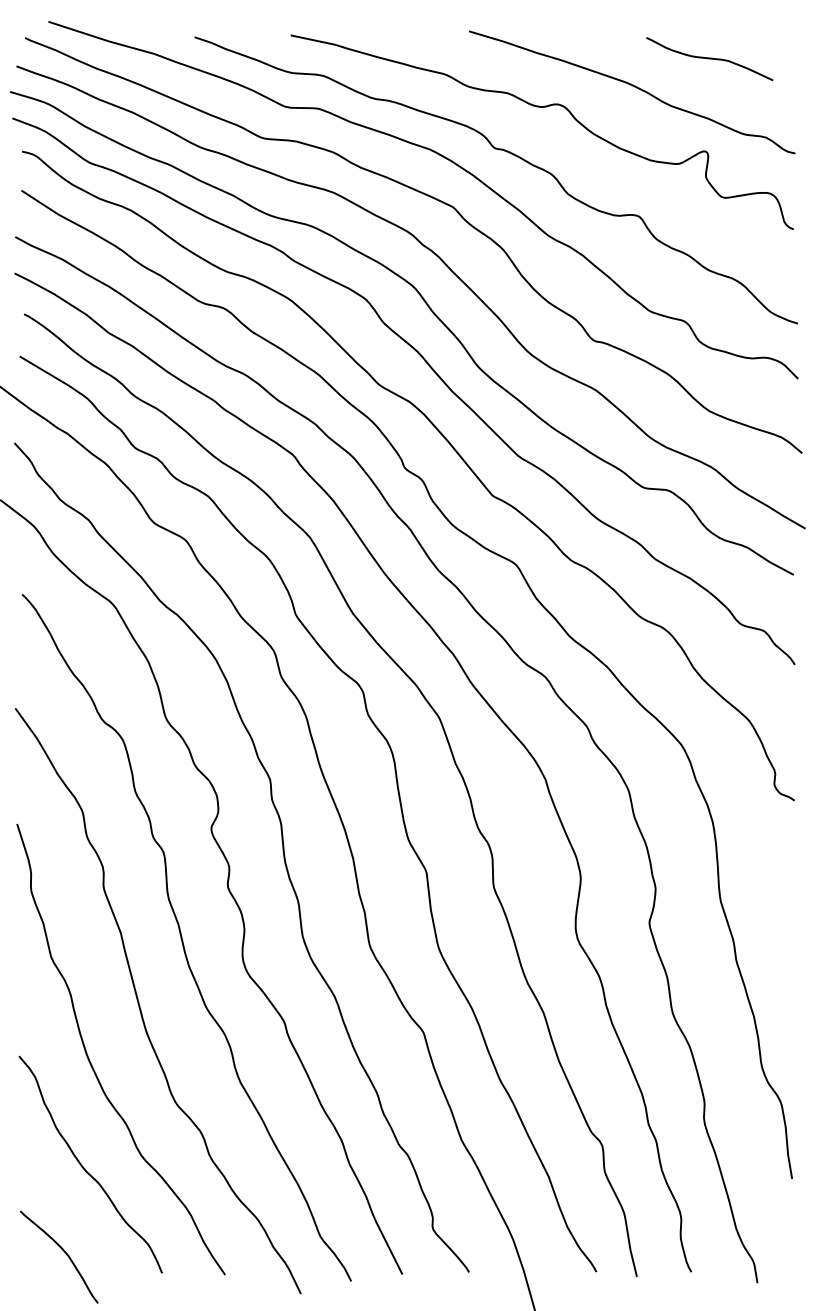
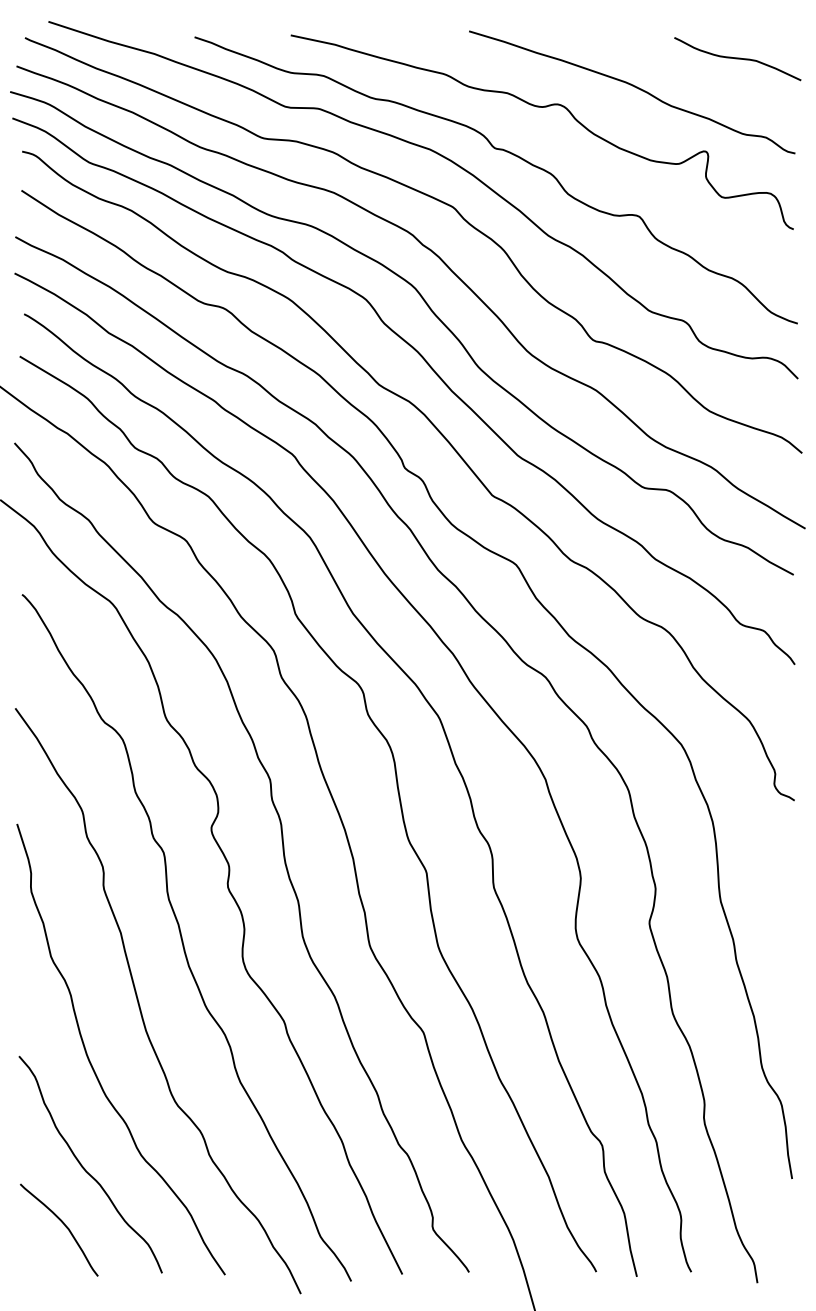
curve at (709, 59) position: (709, 59) -> (737, 59)
curve at (65, 1254) position: (65, 1254) -> (65, 1227)
